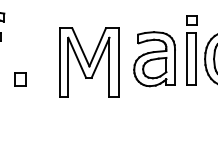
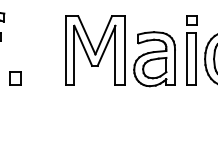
part at (89, 62) position: (89, 62) -> (95, 50)
part at (20, 79) position: (20, 79) -> (15, 78)
